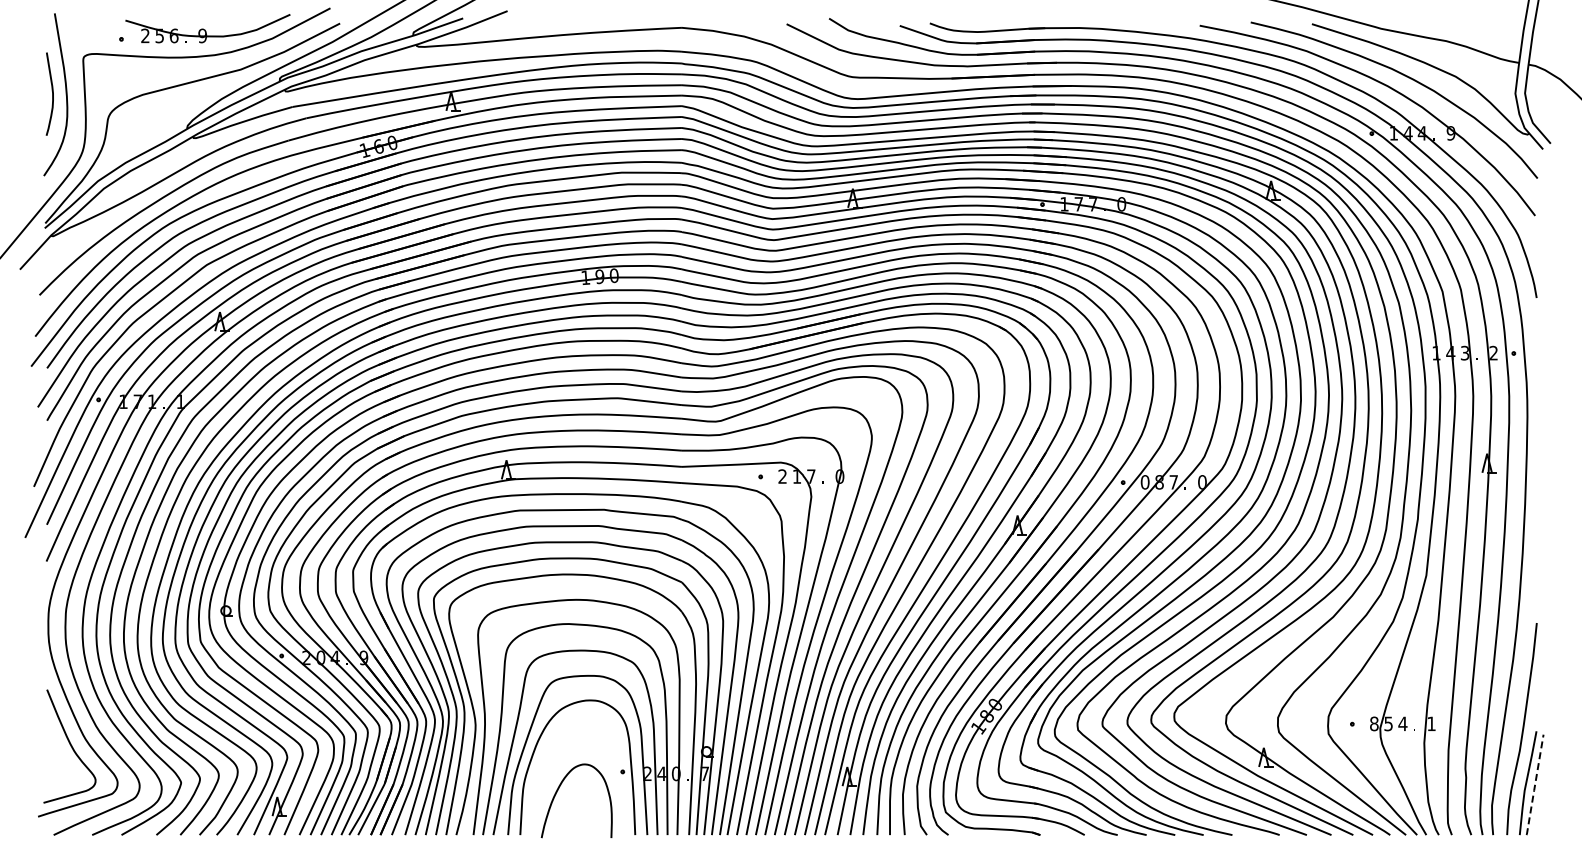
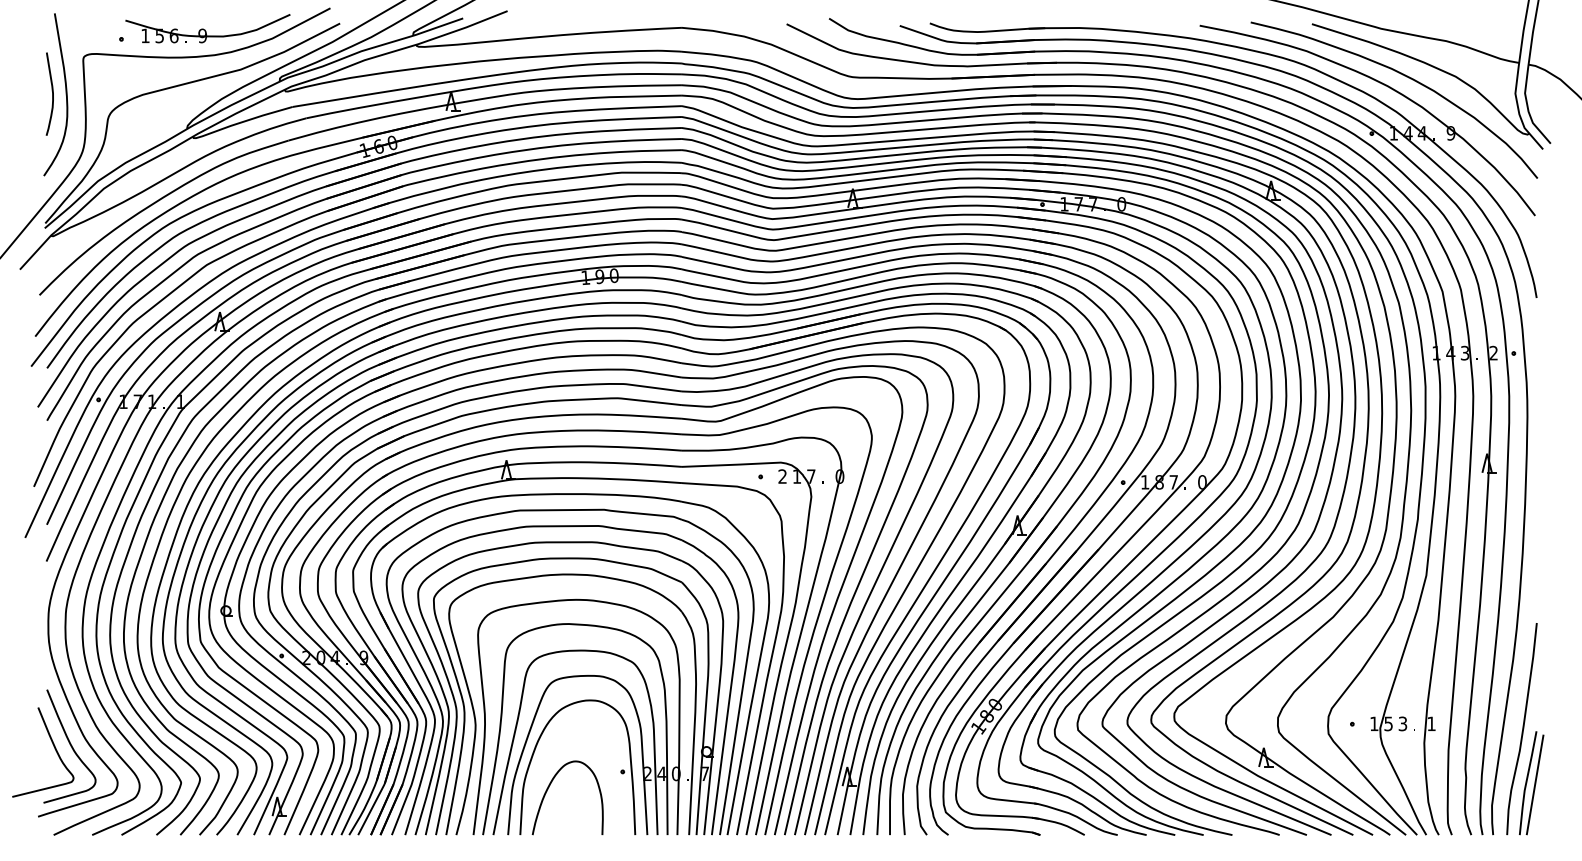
text at (145, 35): 2 -> 1
text at (1144, 482): 0 -> 1
text at (1374, 723): 8 -> 1
text at (1402, 723): 4 -> 3
curve at (54, 749): none -> present
line at (1534, 786): dashed -> solid
curve at (558, 790) position: (558, 790) -> (549, 787)
